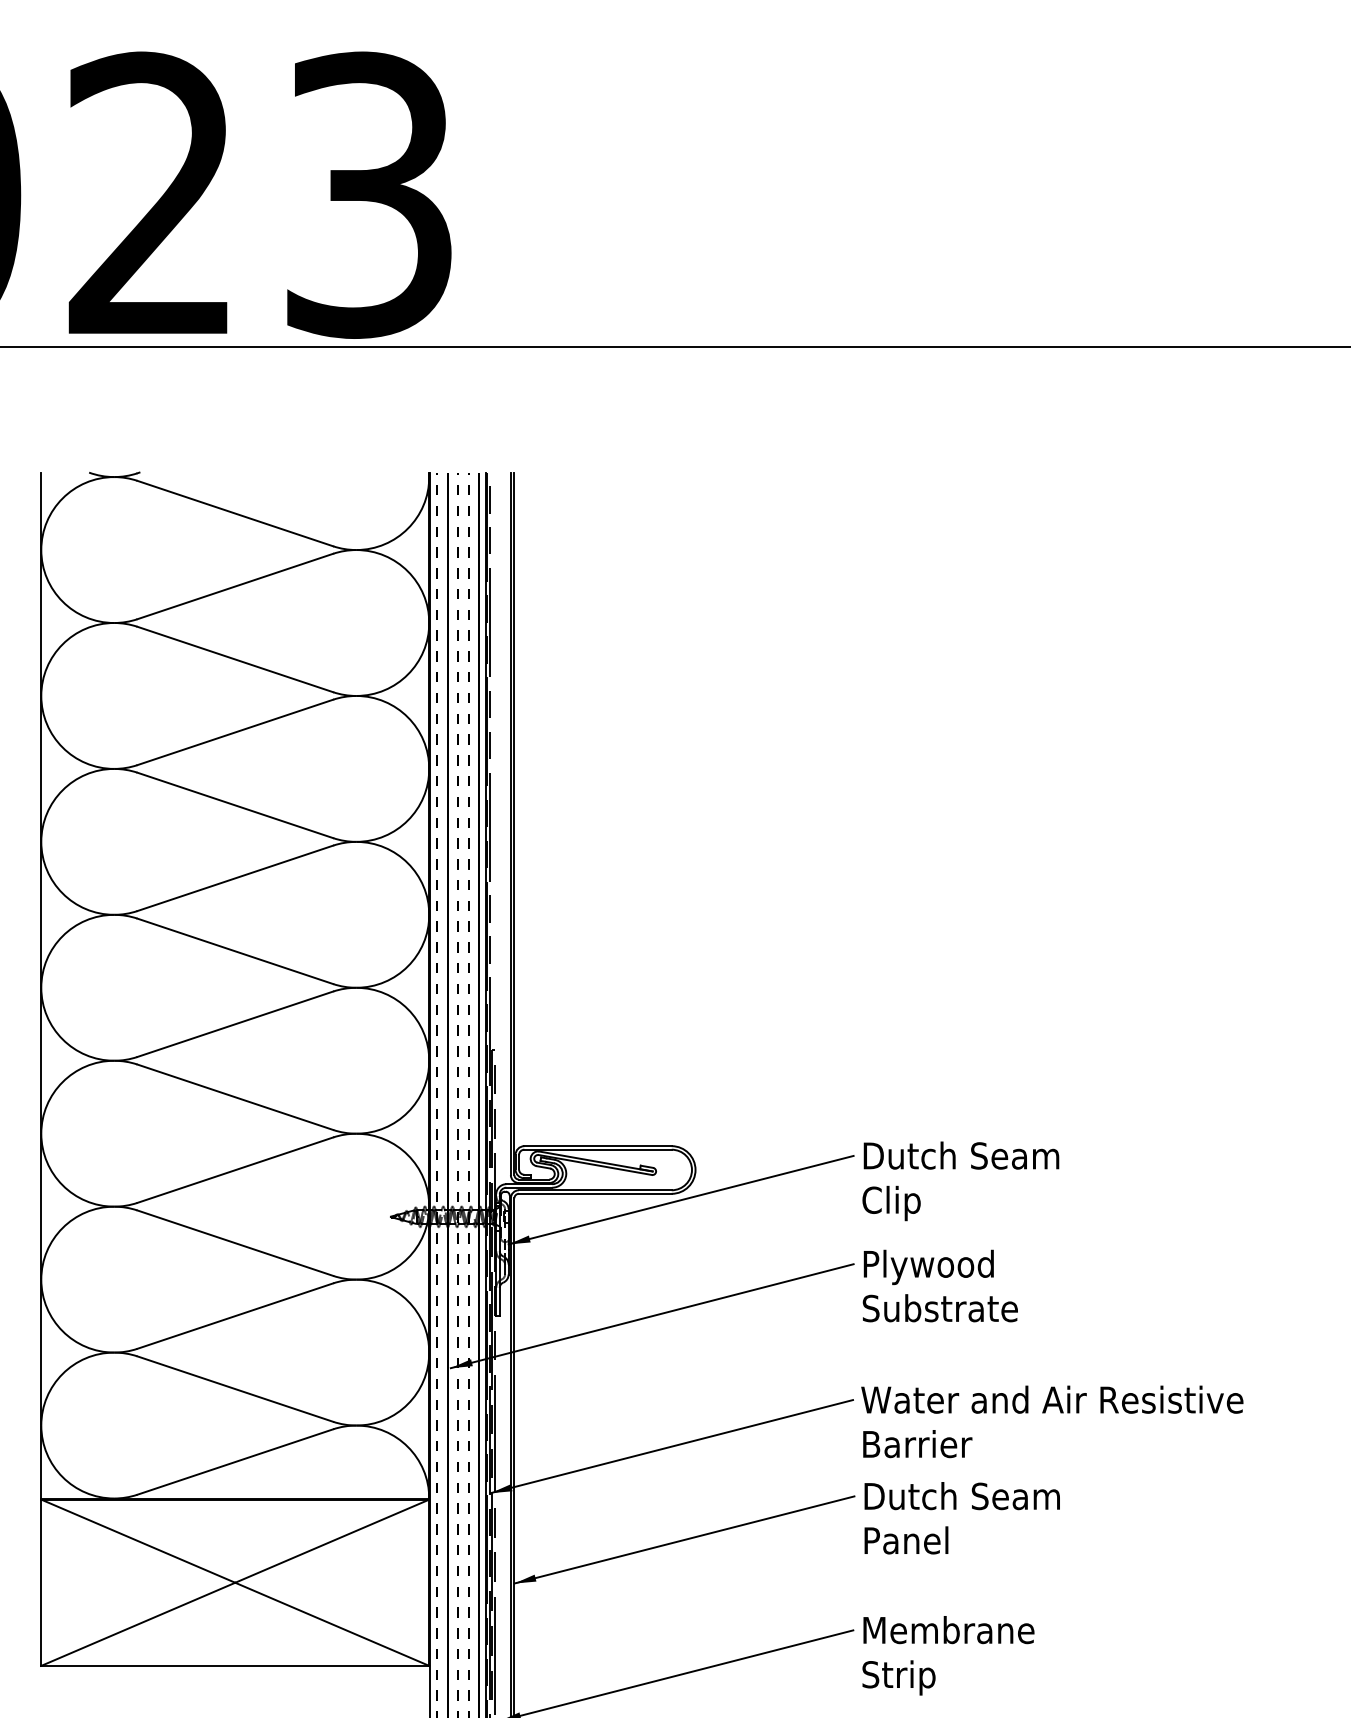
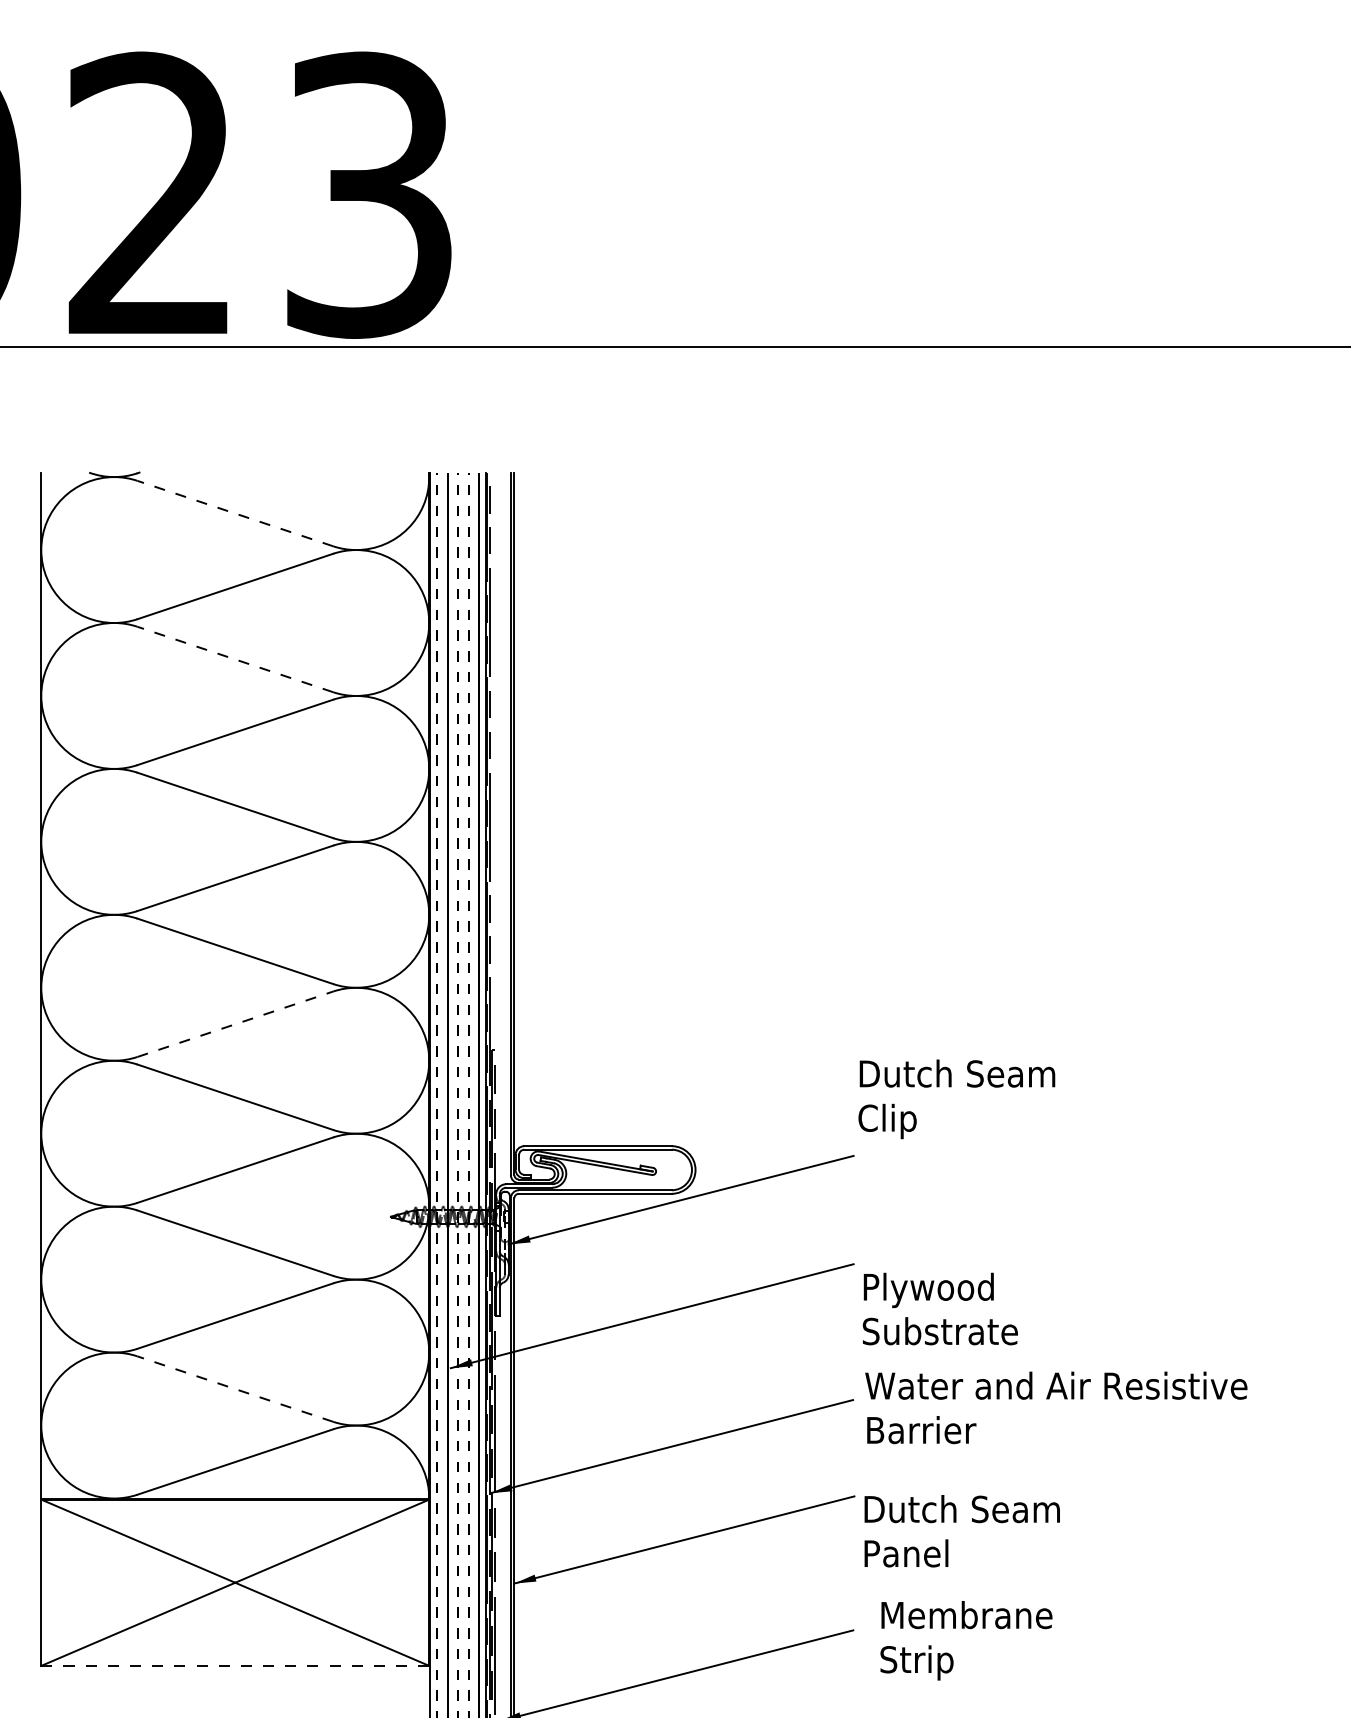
line at (234, 513): solid -> dashed
line at (234, 659): solid -> dashed
line at (235, 1024): solid -> dashed
text at (960, 1181) position: (960, 1181) -> (956, 1099)
text at (939, 1285) position: (939, 1285) -> (939, 1308)
line at (234, 1388): solid -> dashed
text at (1052, 1421) position: (1052, 1421) -> (1056, 1407)
text at (961, 1518) position: (961, 1518) -> (961, 1531)
text at (948, 1655) position: (948, 1655) -> (966, 1640)
line at (235, 1665): solid -> dashed
